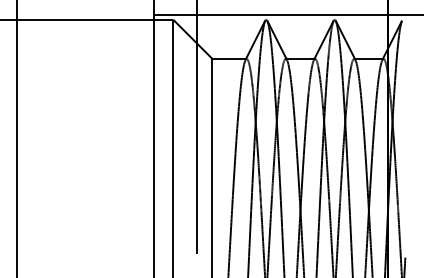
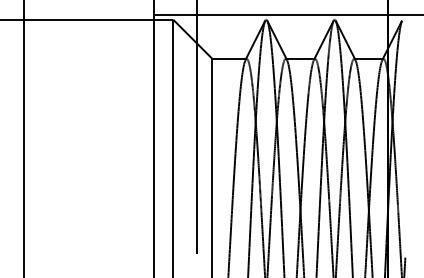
line at (16, 138) position: (16, 138) -> (23, 138)
